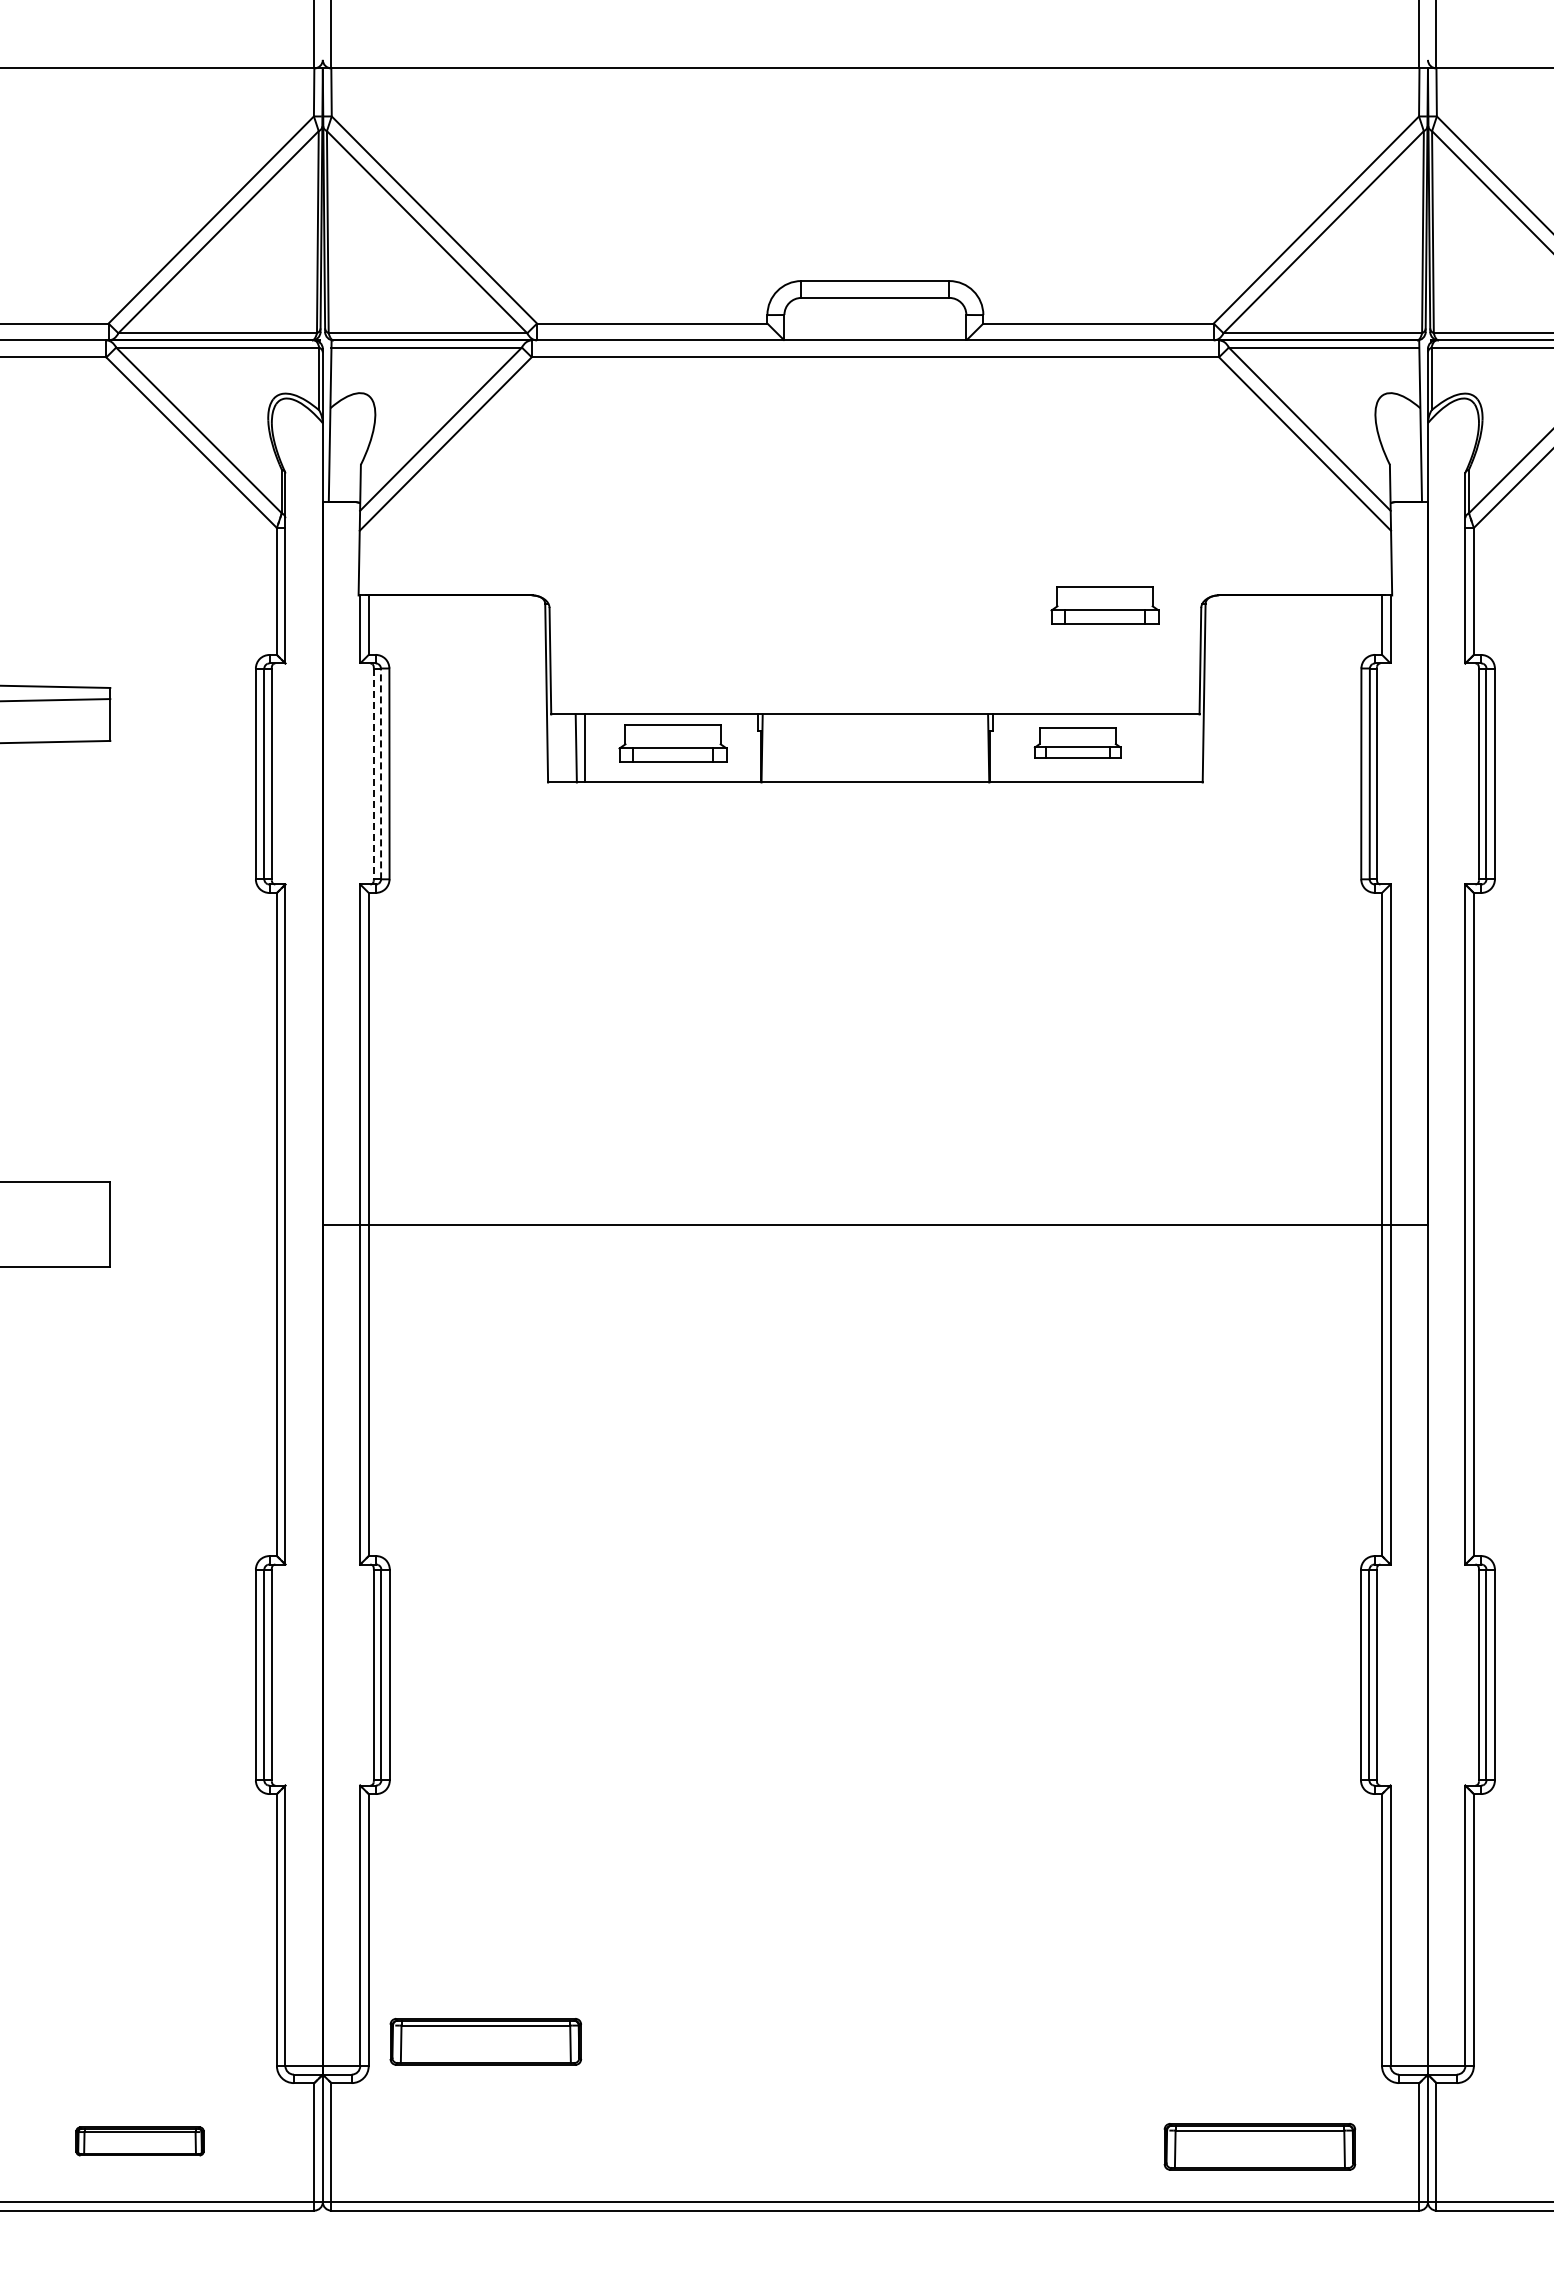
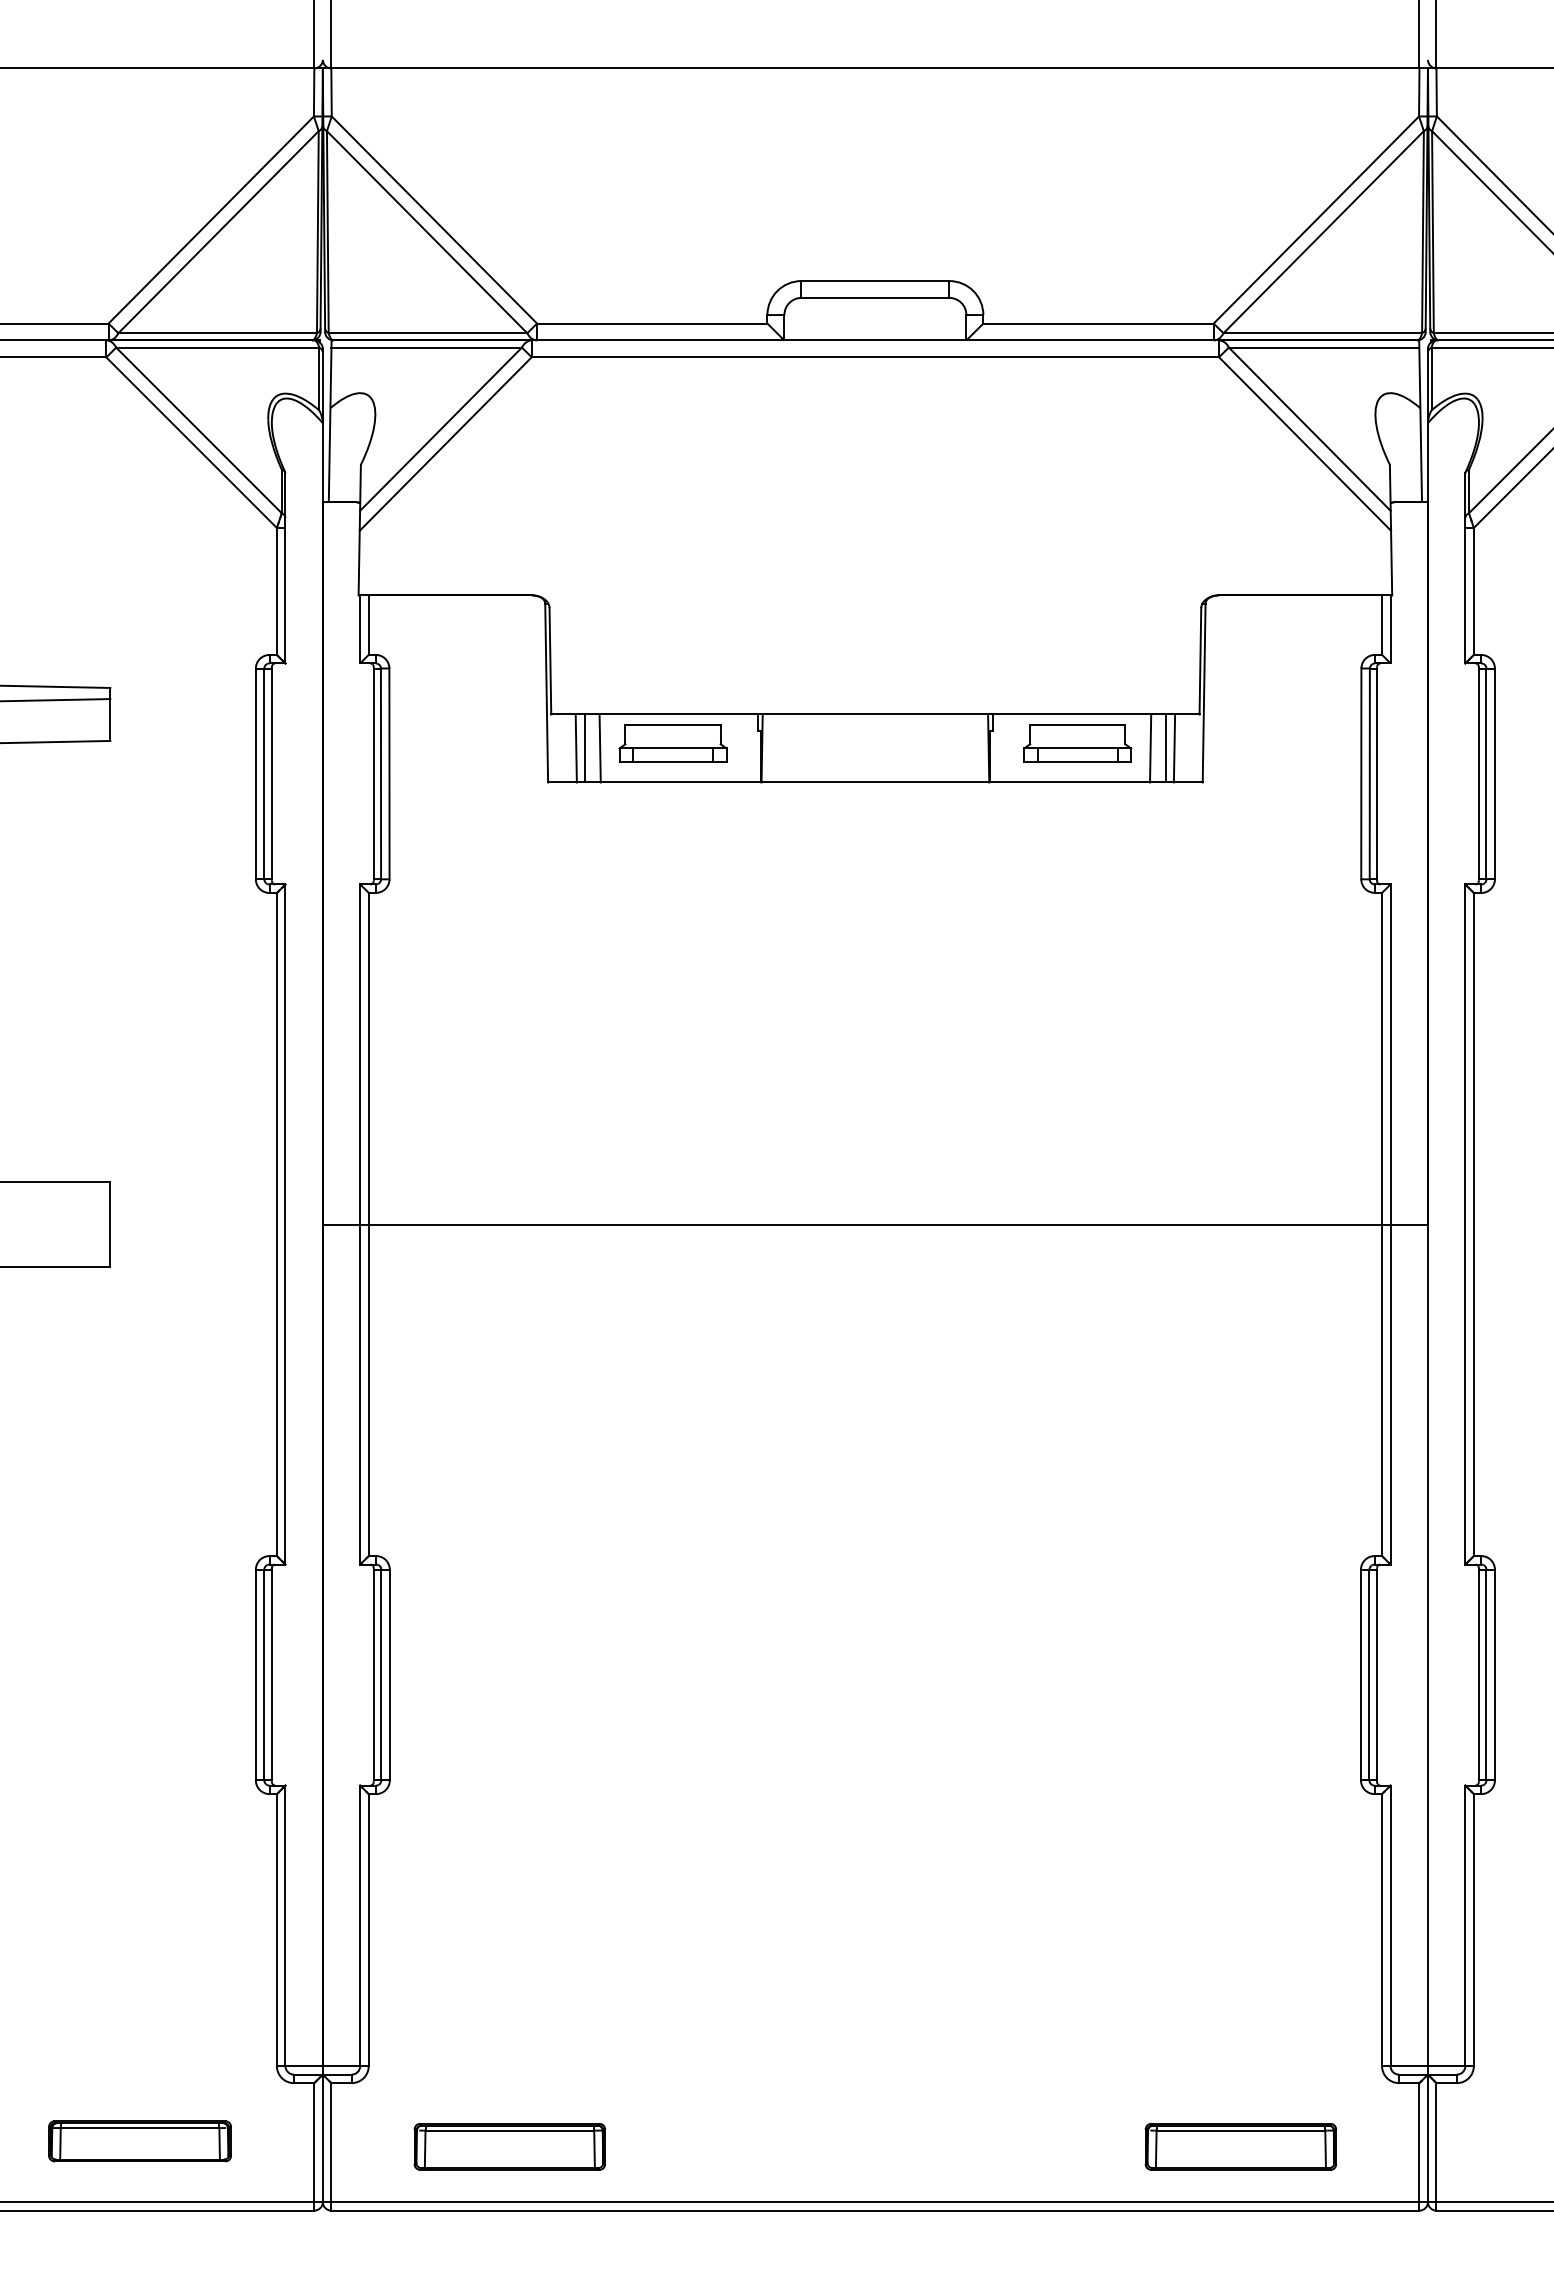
part at (1104, 605): present -> none
part at (1077, 742) size: 89x32 px -> 110x39 px
line at (599, 748): none -> present
line at (1150, 748): none -> present
line at (1166, 748): none -> present
line at (1174, 748): none -> present
line at (381, 773): dashed -> solid
line at (373, 774): dashed -> solid
part at (485, 2041) position: (485, 2041) -> (509, 2146)
part at (139, 2141) size: 130x31 px -> 184x43 px
part at (1259, 2146) position: (1259, 2146) -> (1240, 2146)
